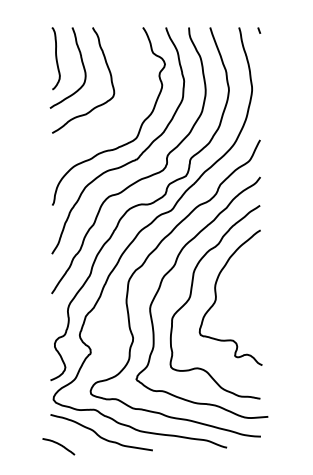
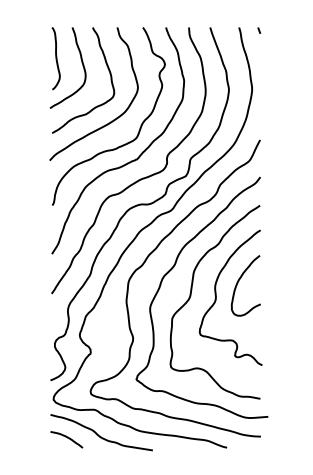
curve at (108, 122): none -> present
curve at (239, 281): none -> present
curve at (59, 445) position: (59, 445) -> (67, 438)
